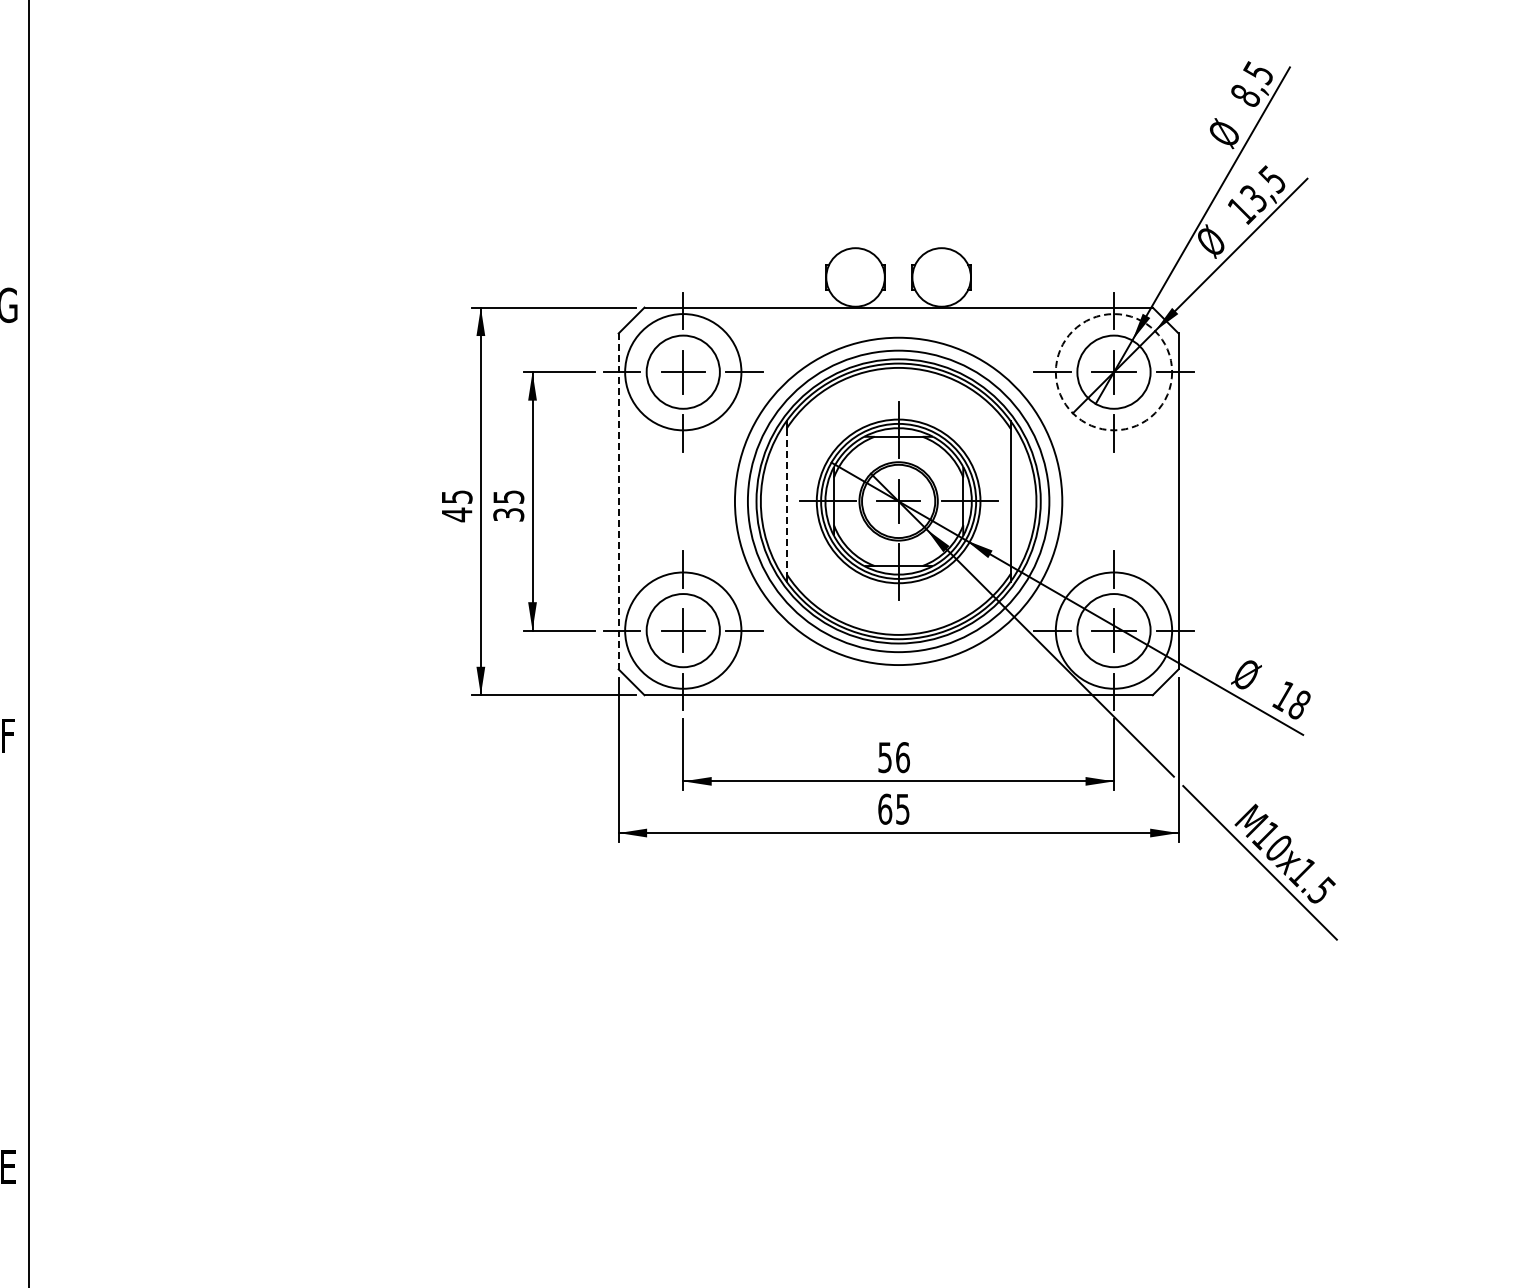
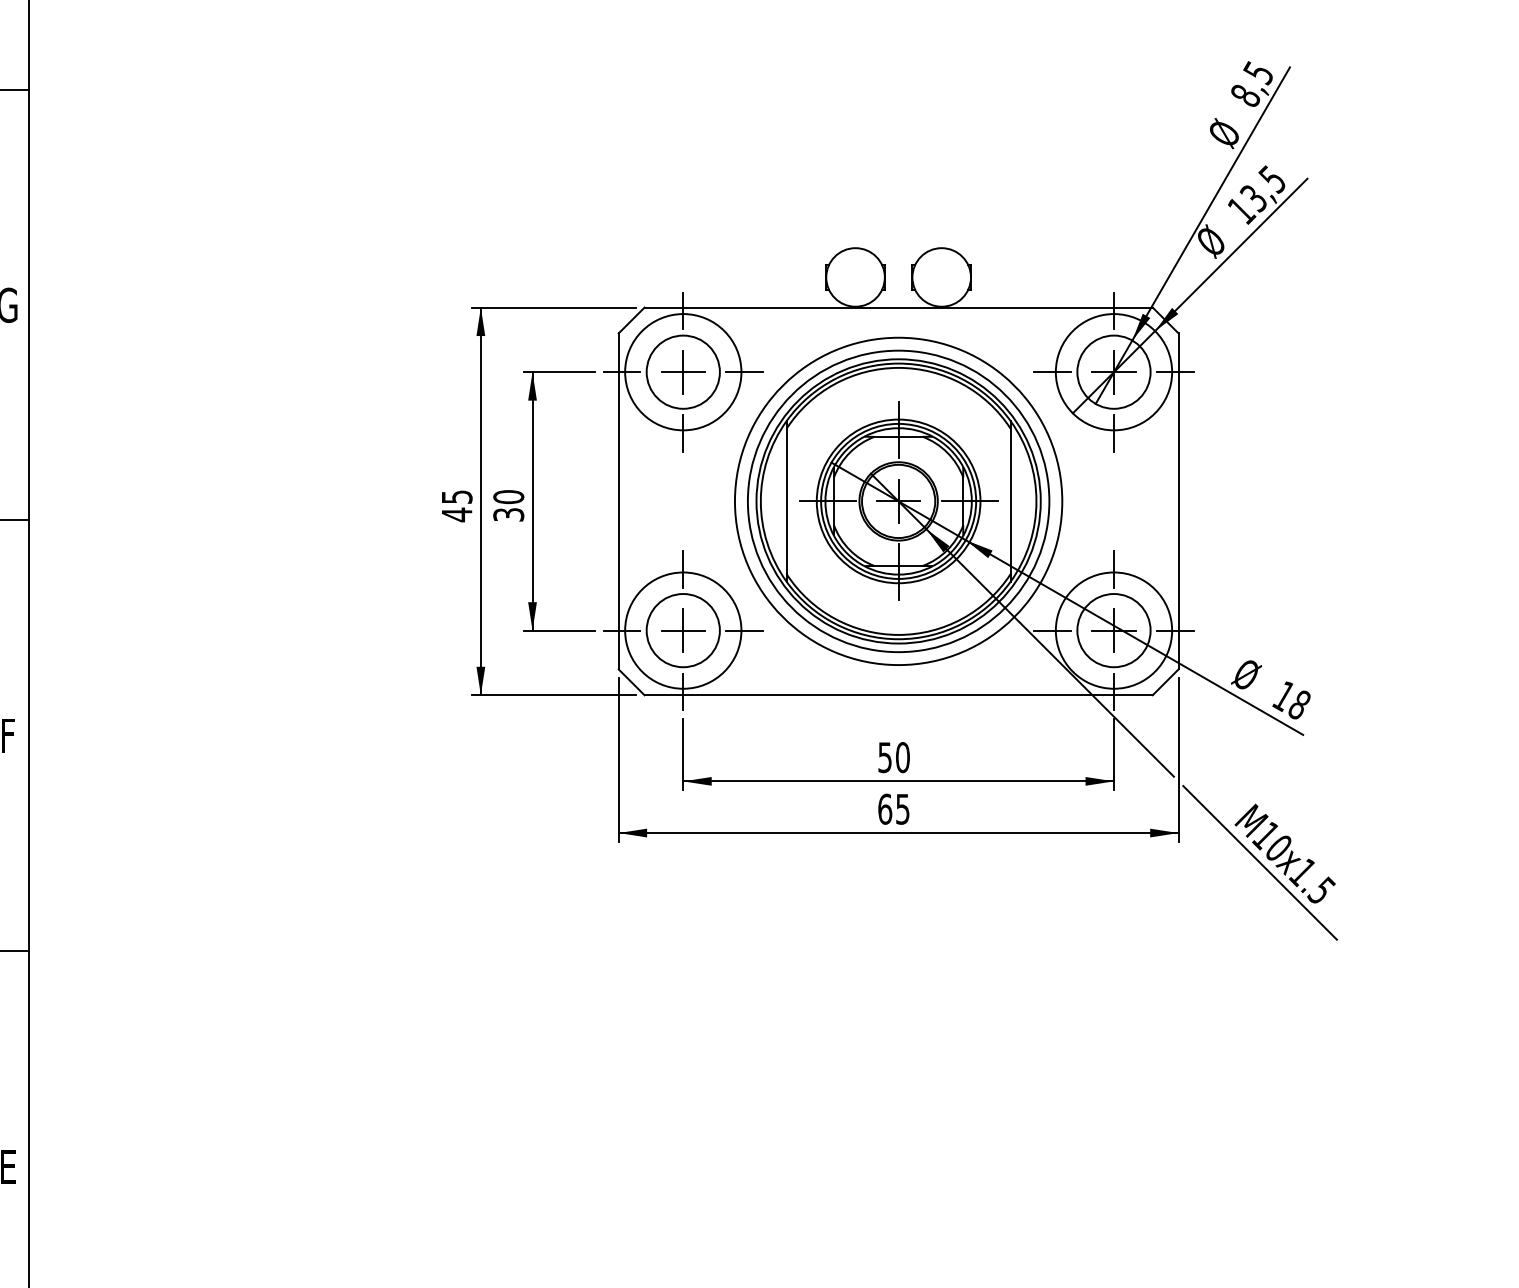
line at (15, 89): none -> present
circle at (1113, 372): dashed -> solid
text at (508, 497): 35 -> 30
line at (618, 501): dashed -> solid
line at (786, 501): dashed -> solid
line at (15, 520): none -> present
text at (902, 757): 56 -> 50
line at (15, 951): none -> present
